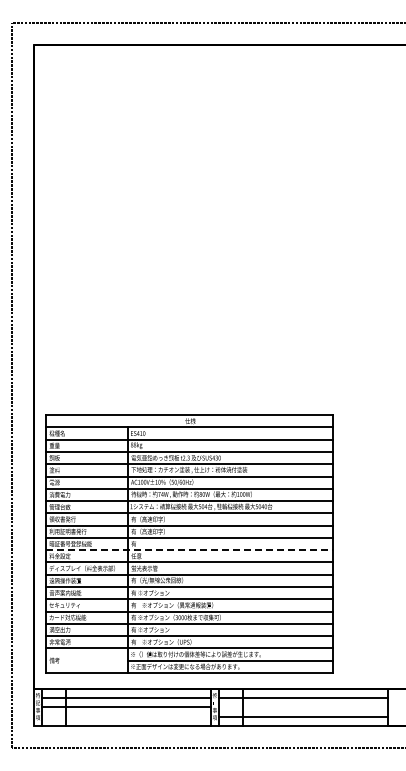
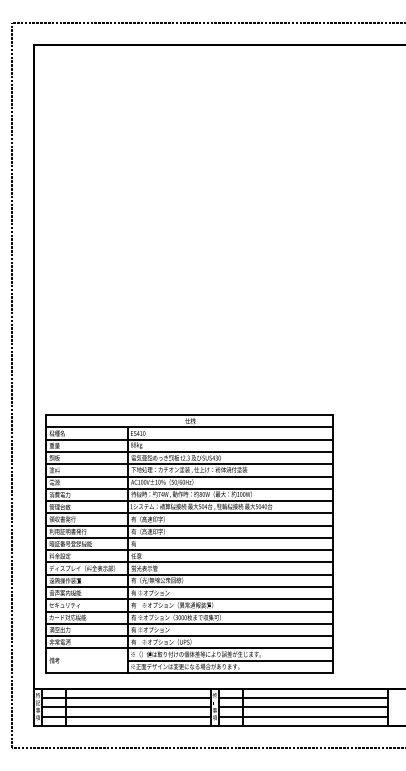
line at (189, 550): dashed -> solid
line at (303, 707): none -> present
line at (126, 716): none -> present
